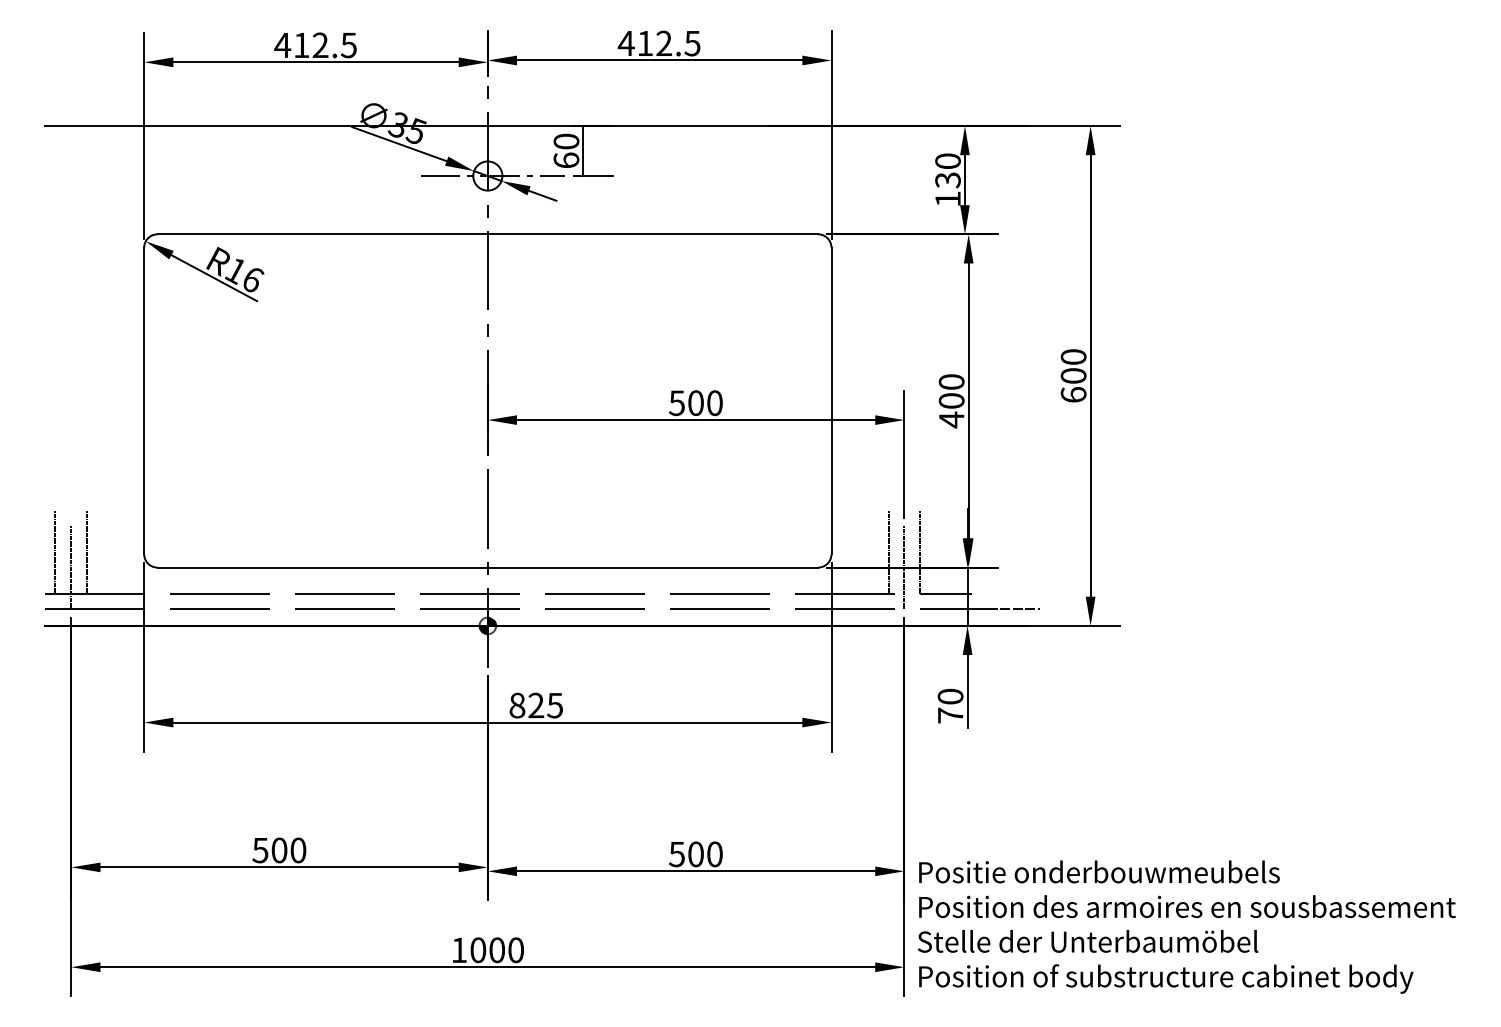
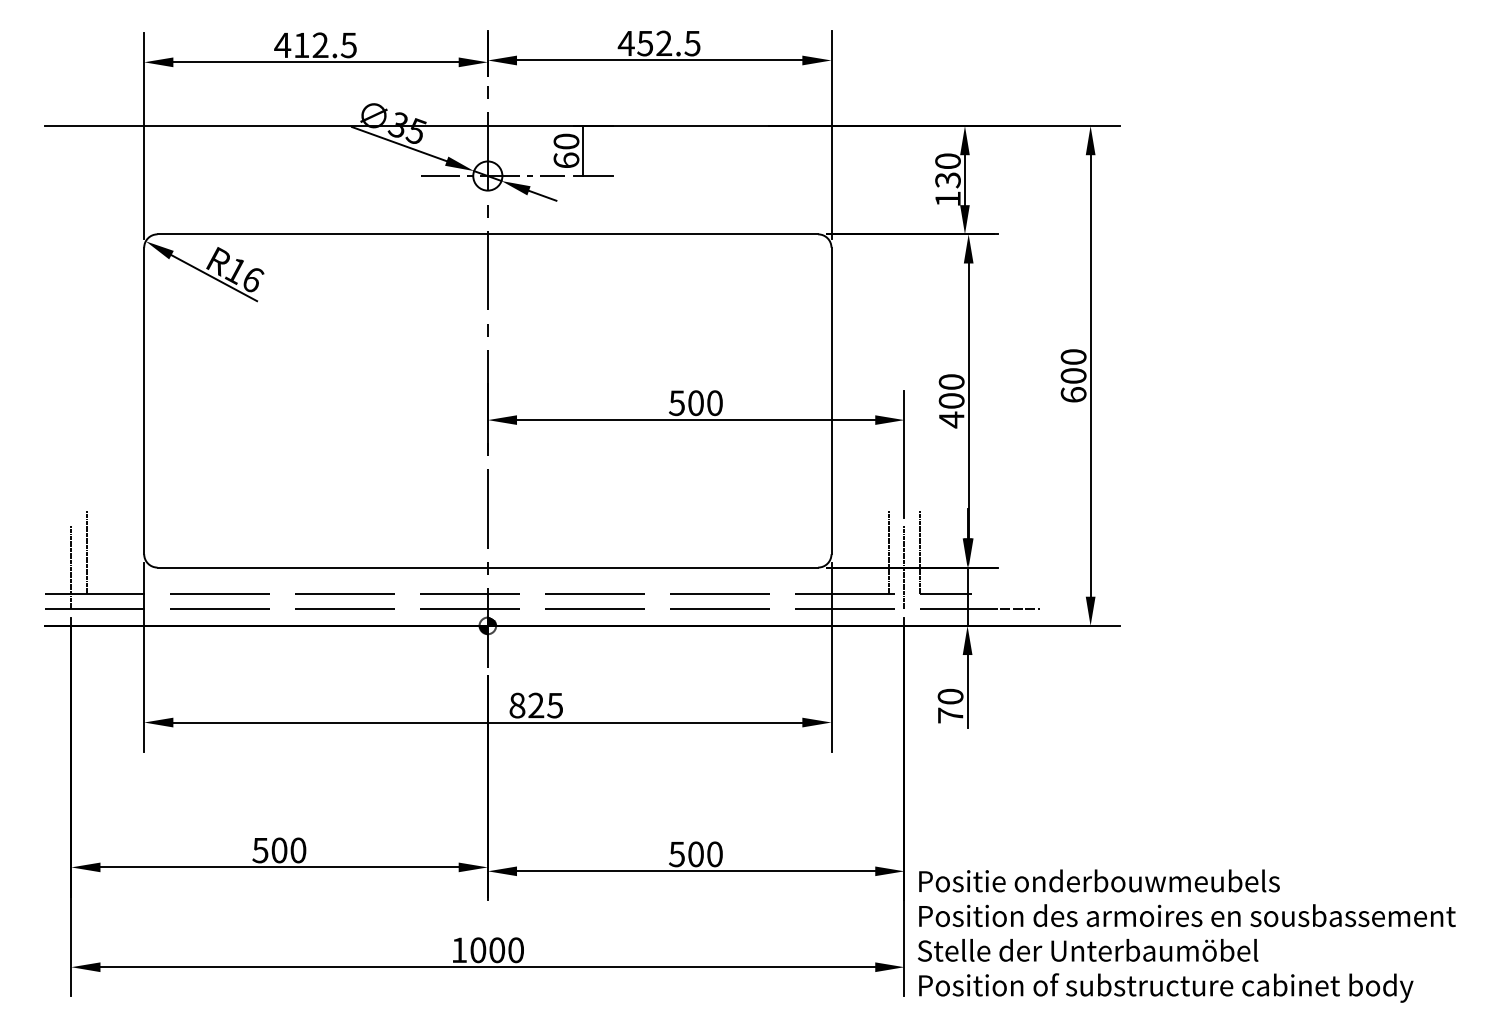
text at (644, 43): 412.5 -> 452.5
line at (55, 552): present -> none
text at (1186, 926) position: (1186, 926) -> (1186, 935)
